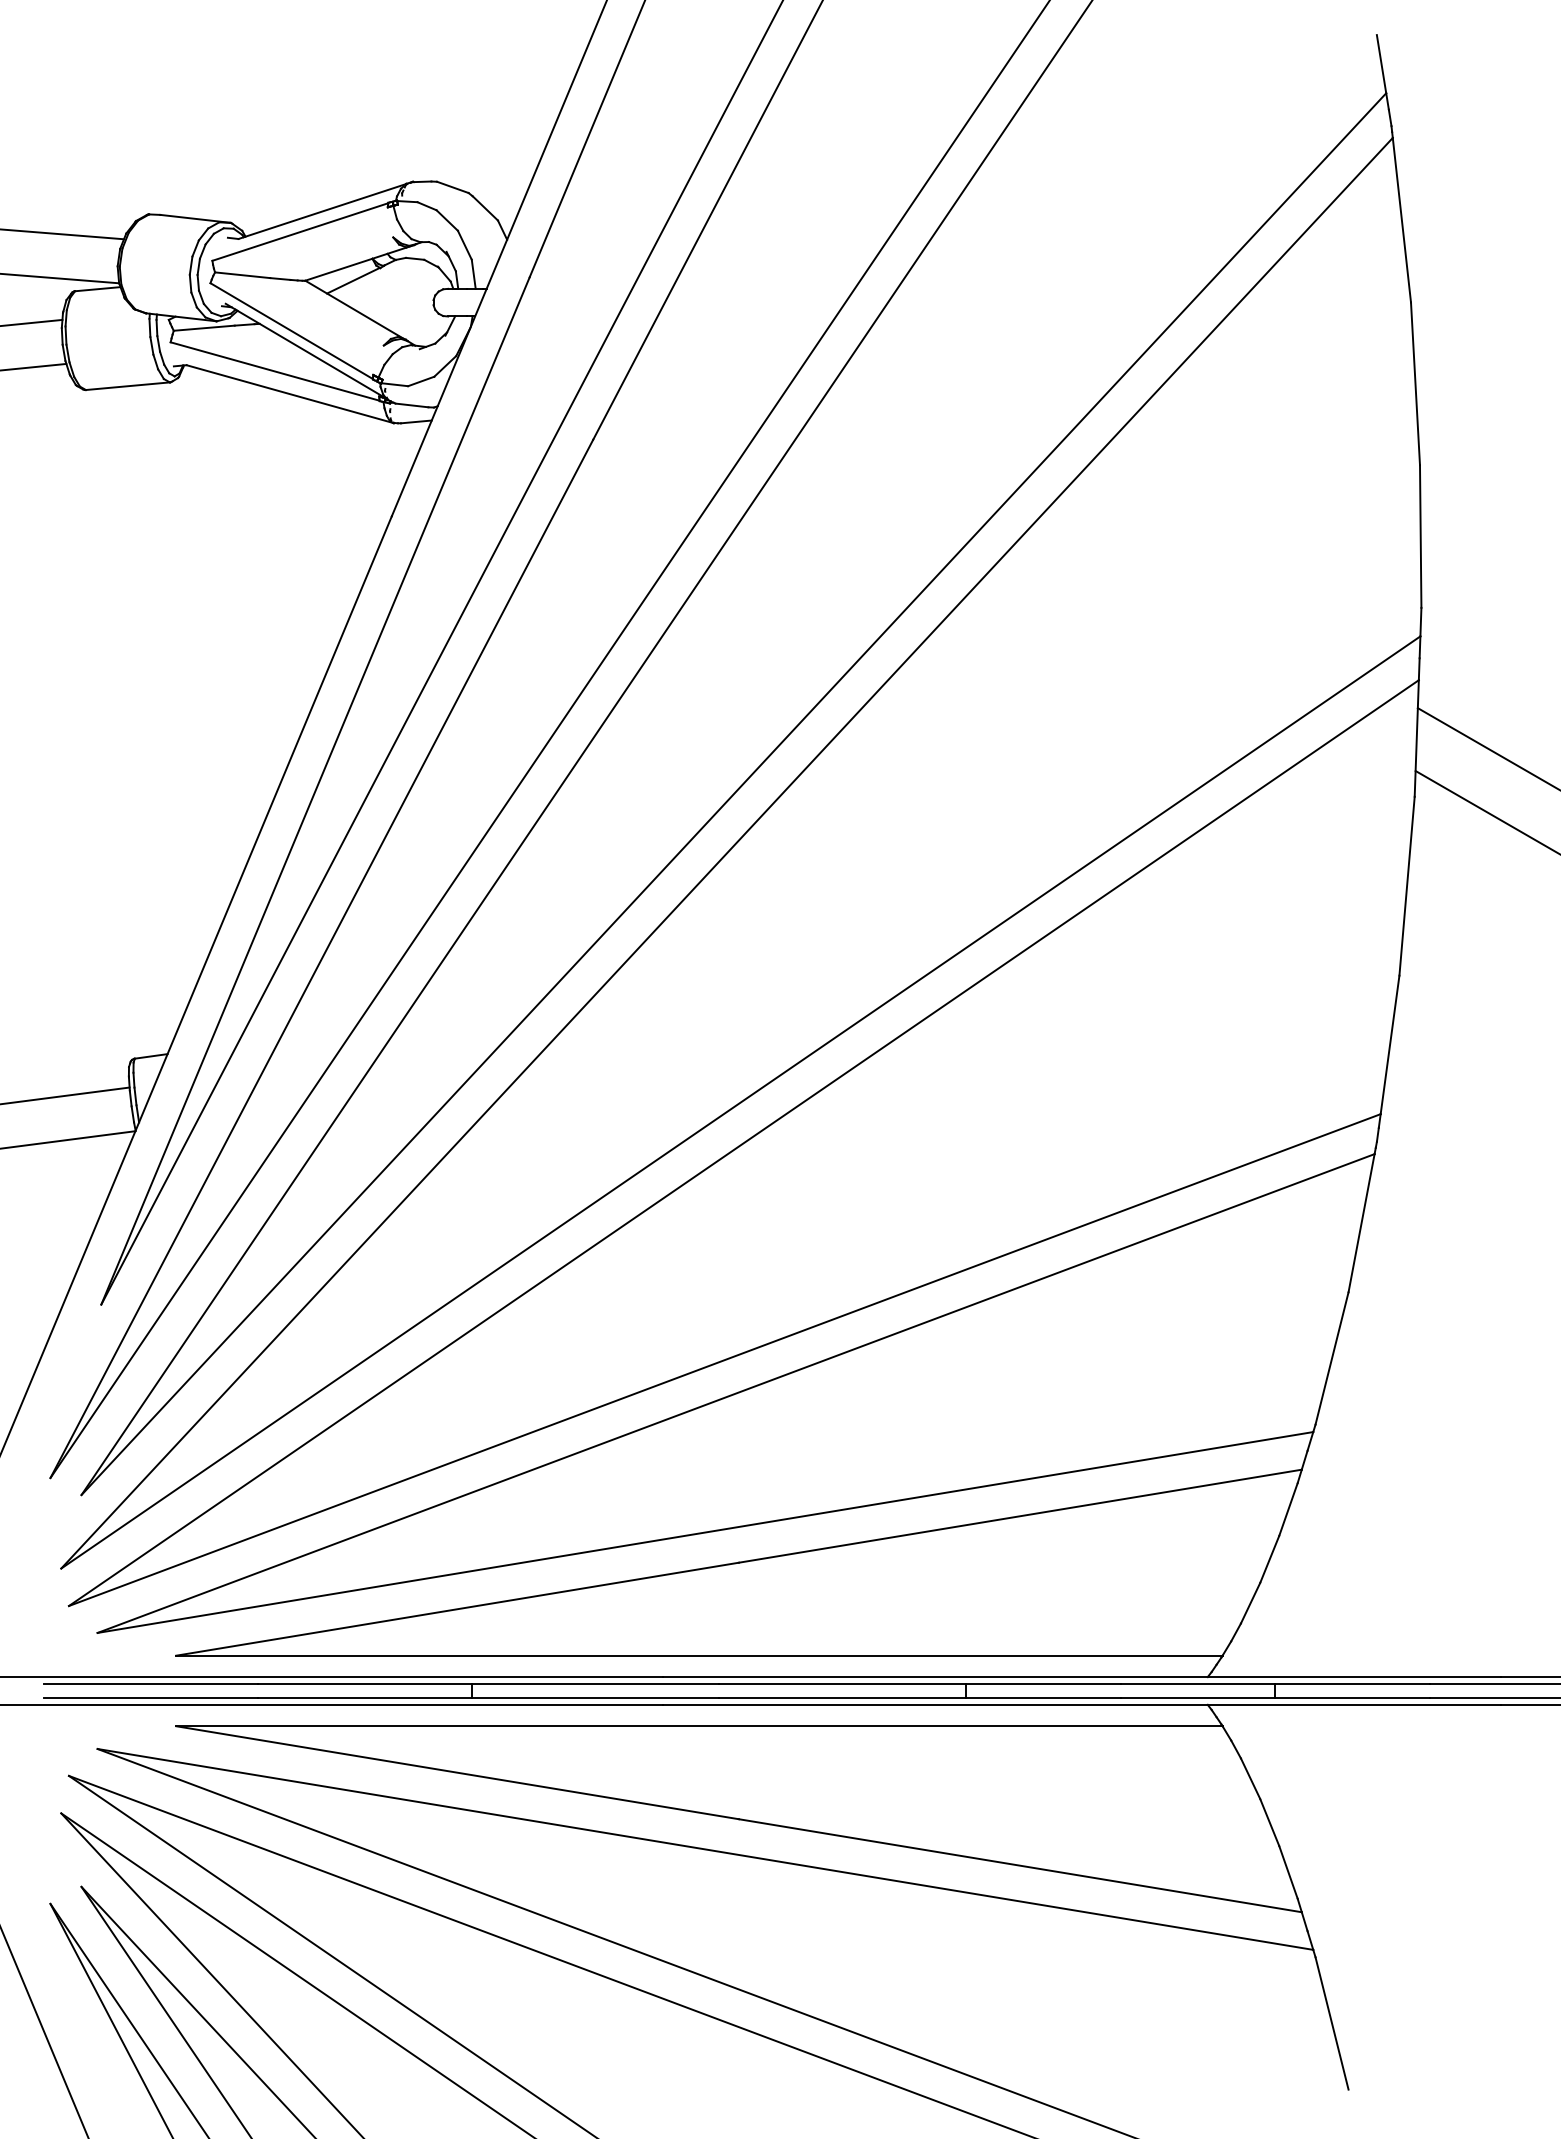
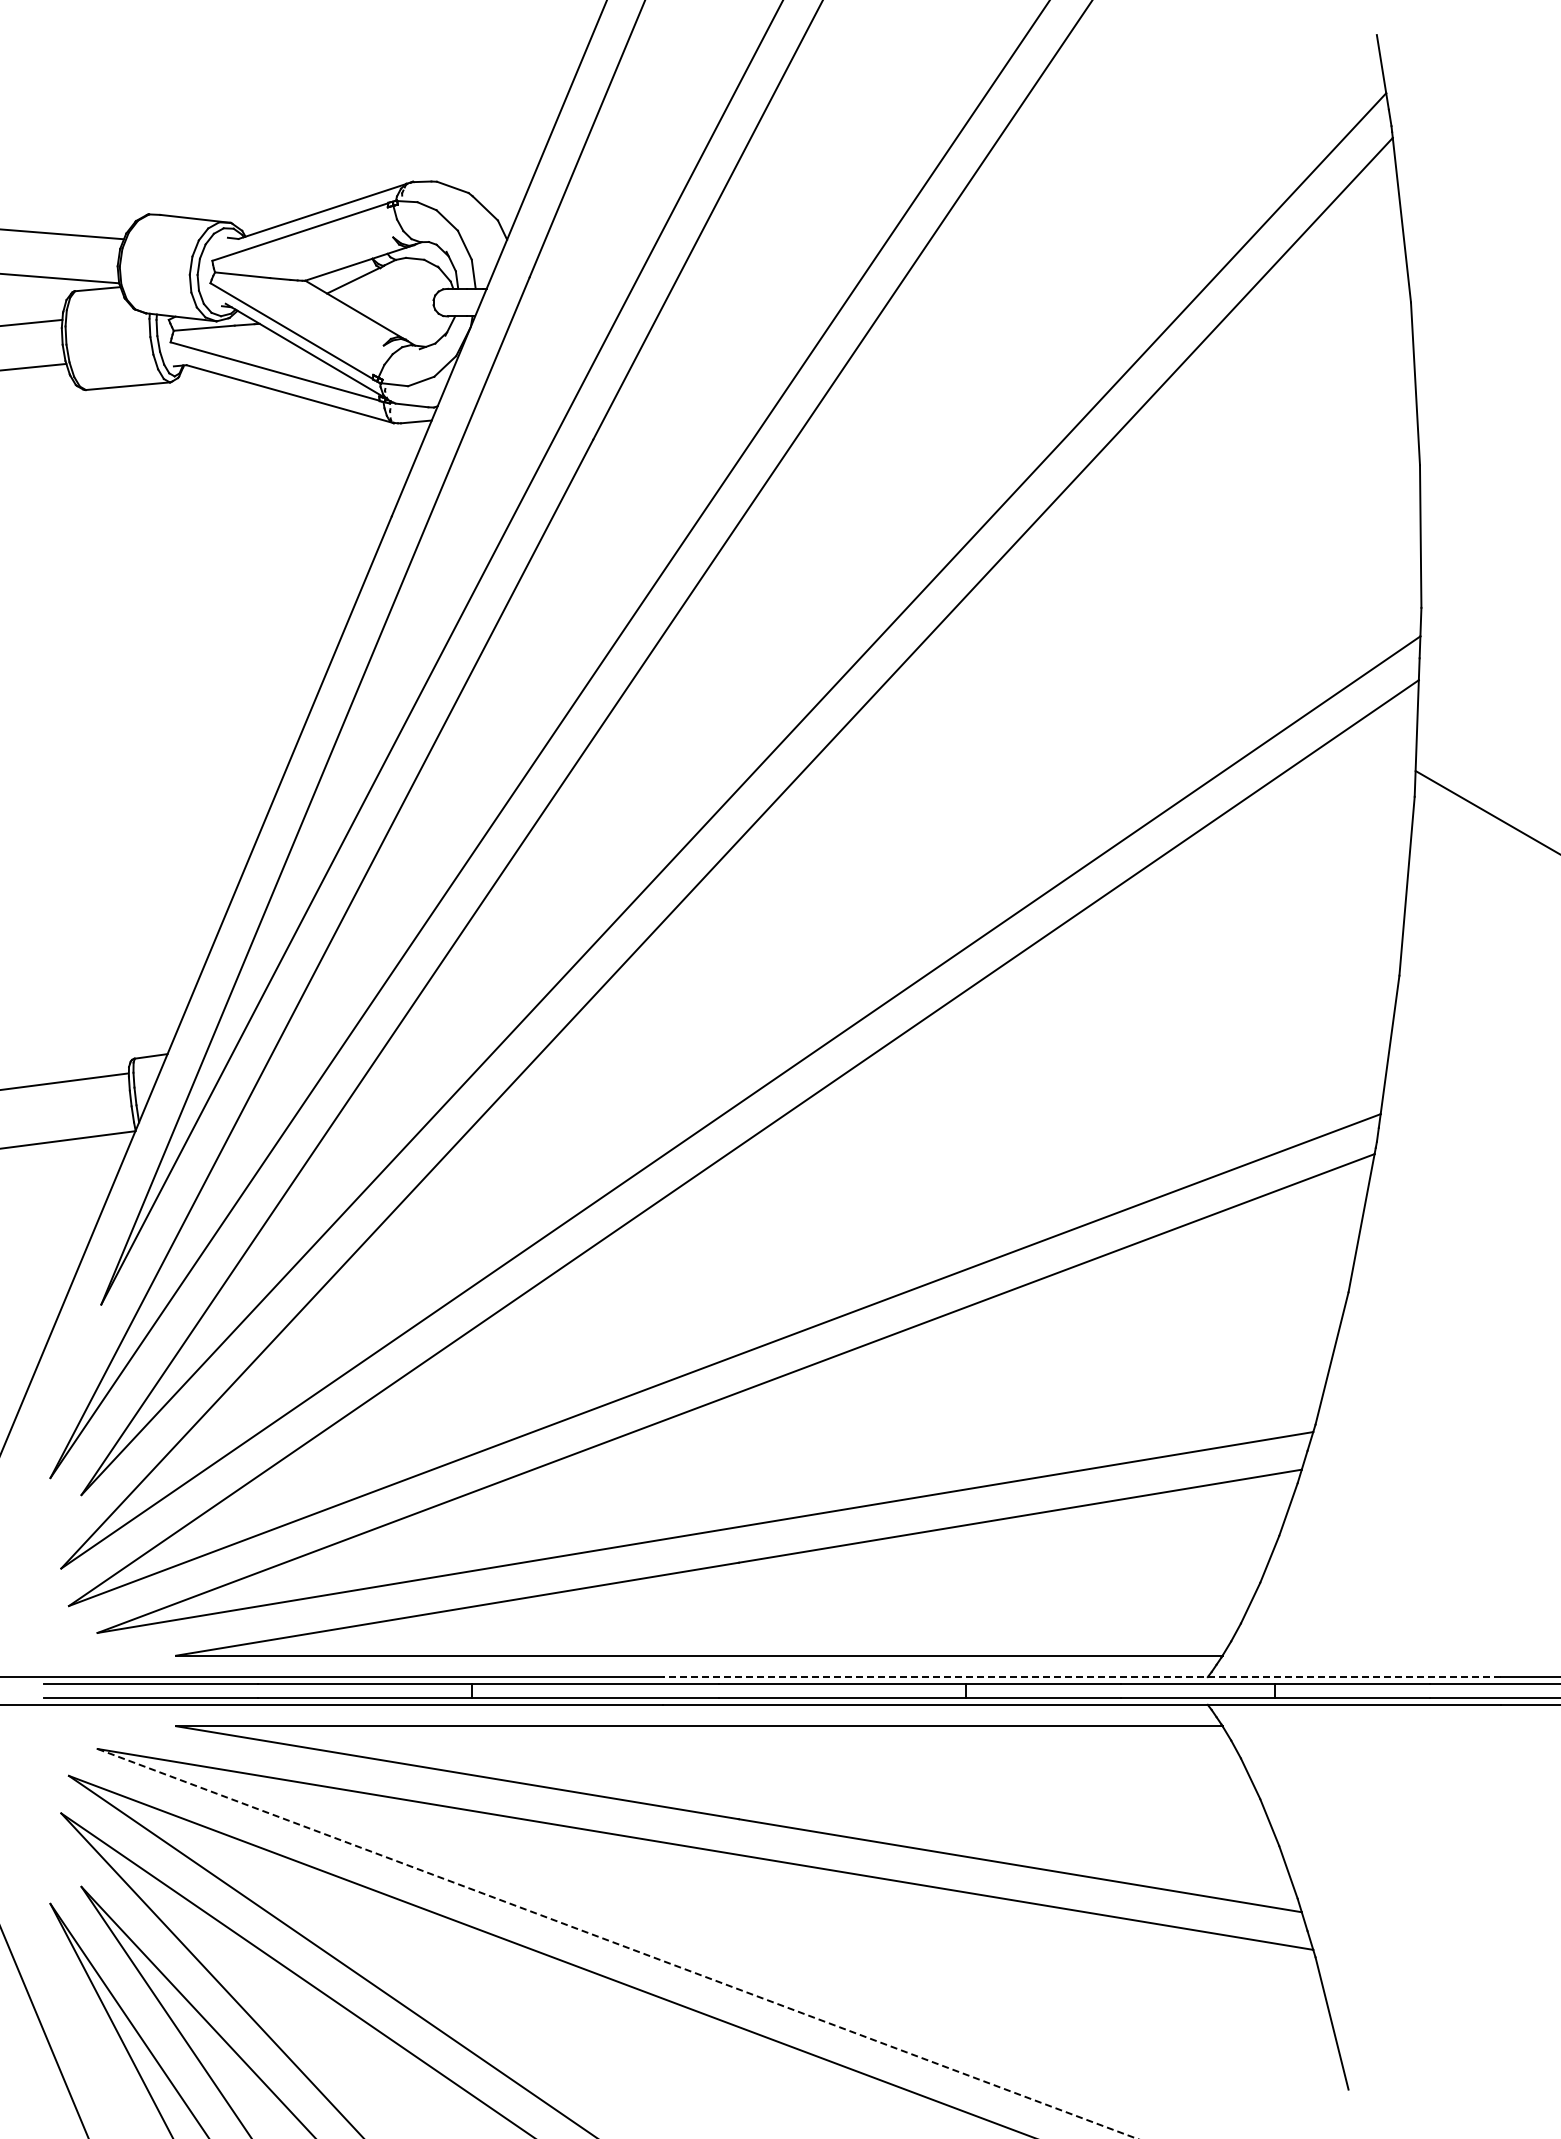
line at (1487, 748): present -> none
line at (65, 1095) position: (65, 1095) -> (64, 1081)
line at (1081, 1677): solid -> dashed
line at (617, 1943): solid -> dashed
